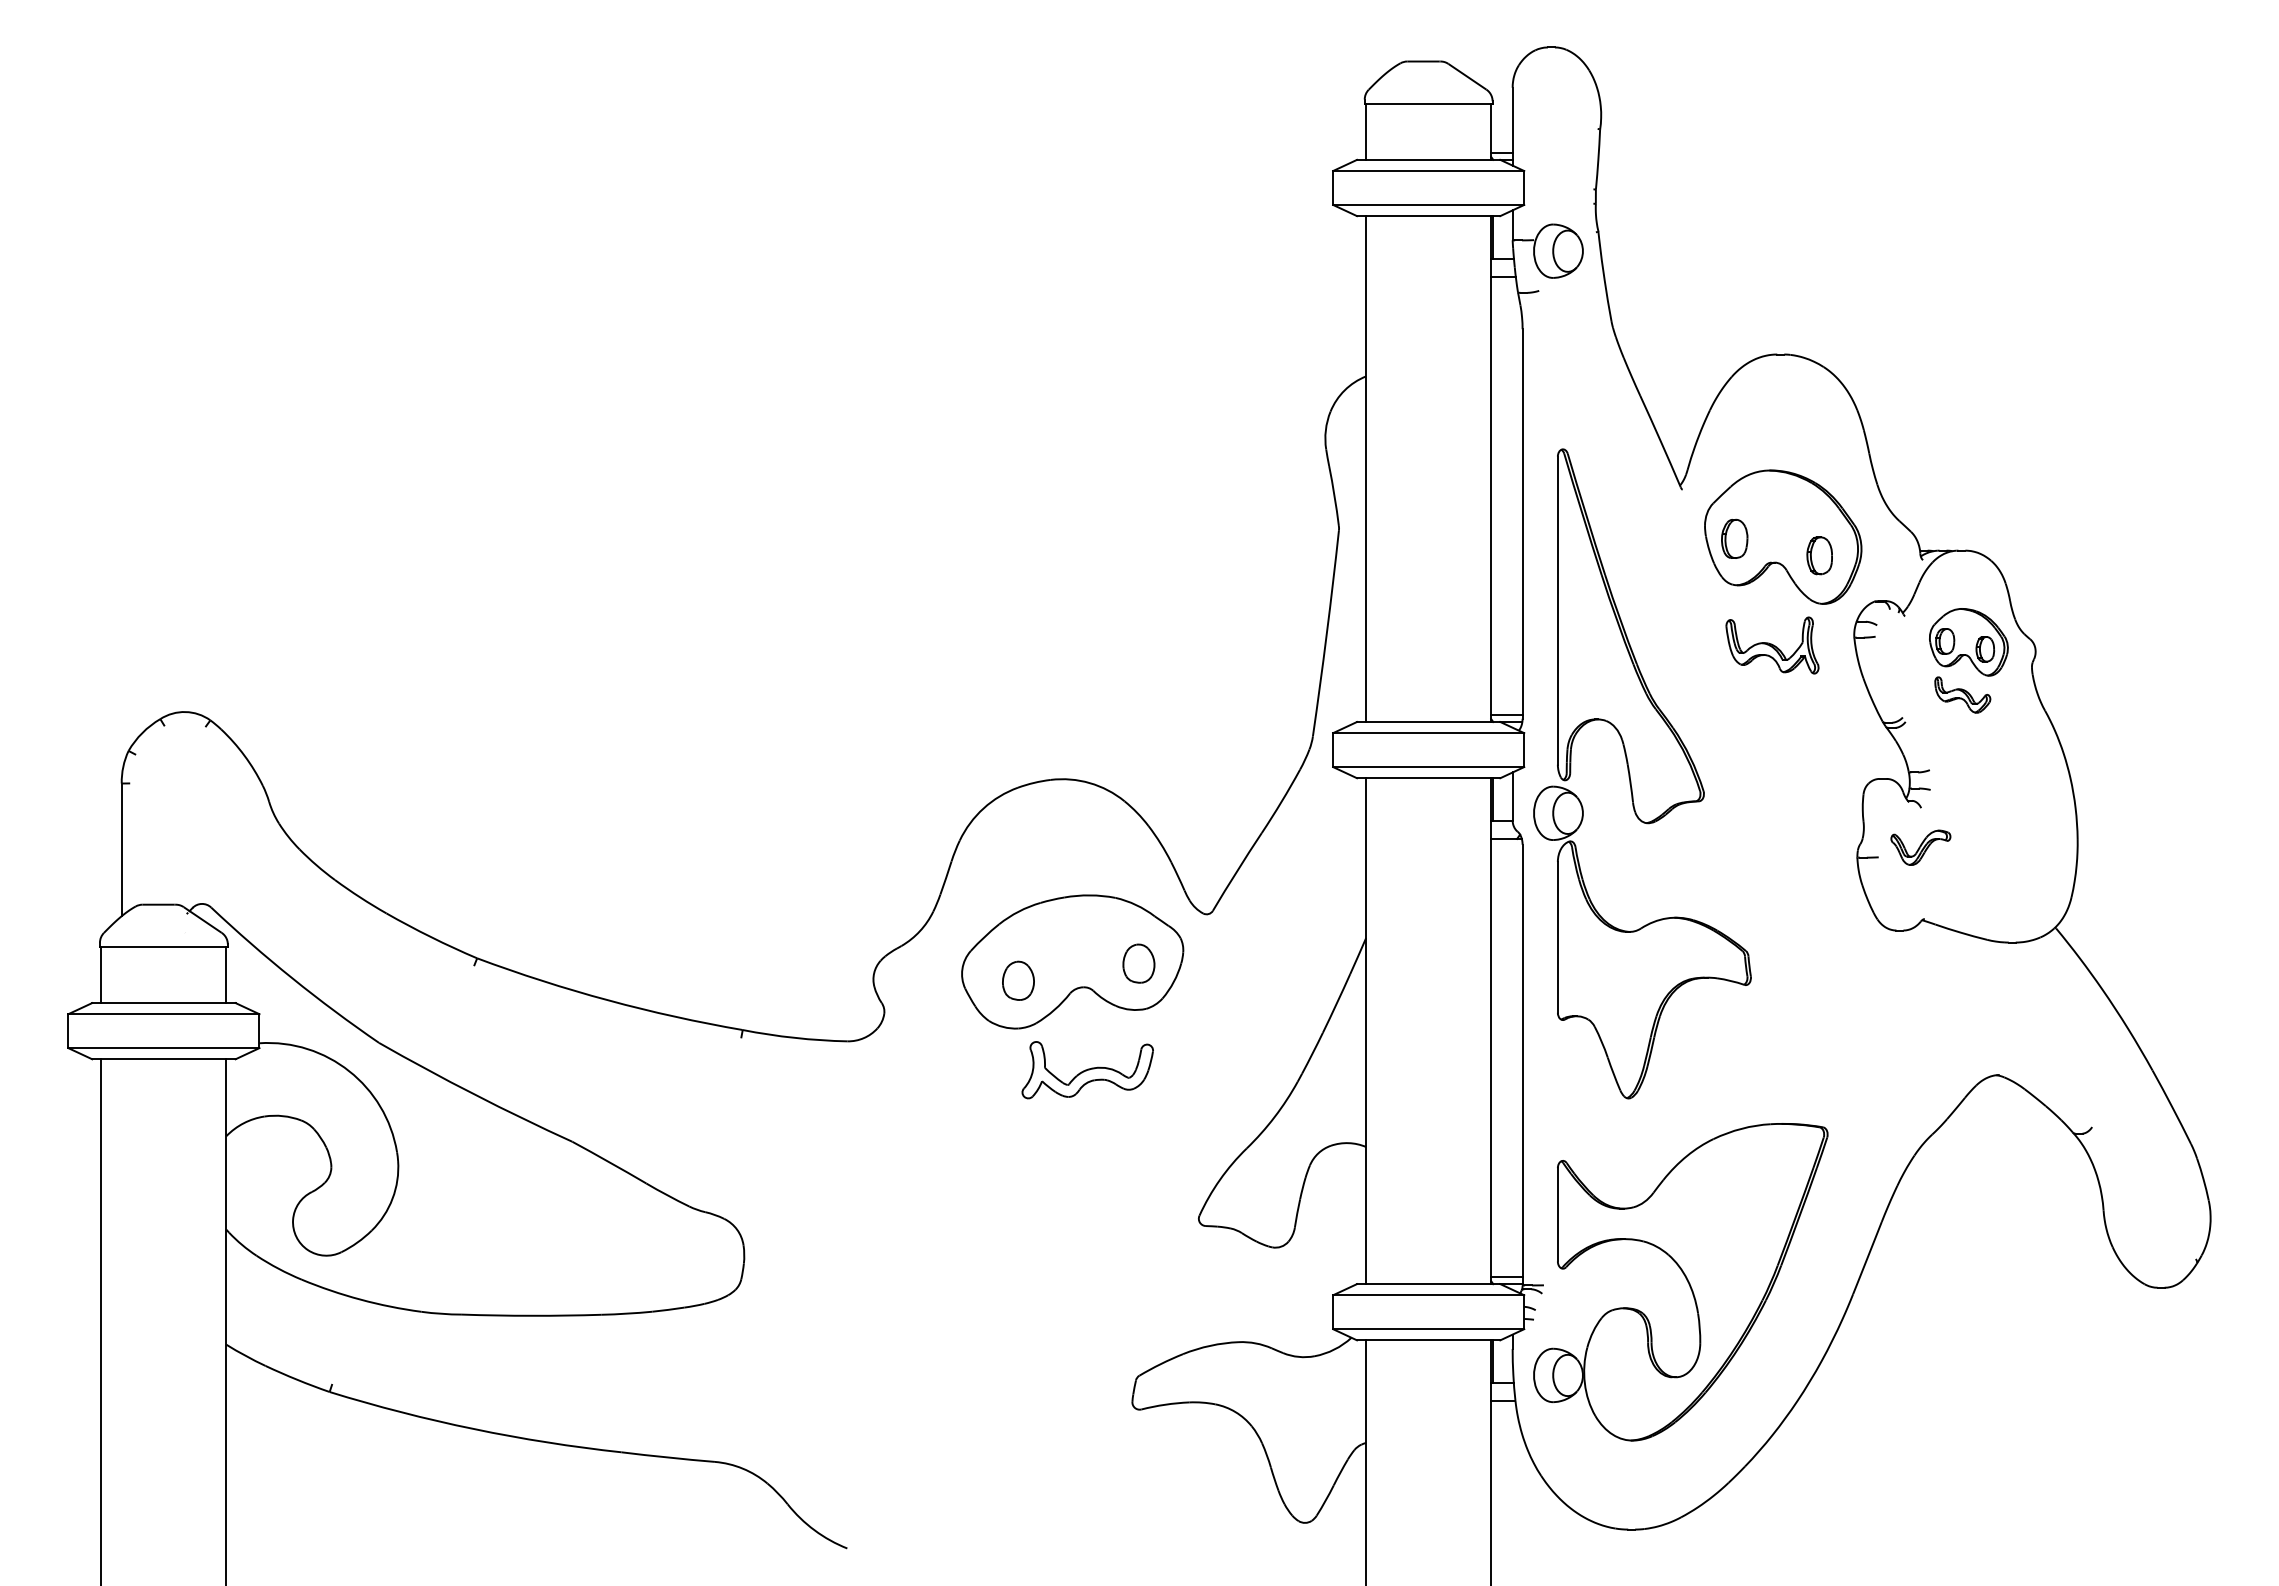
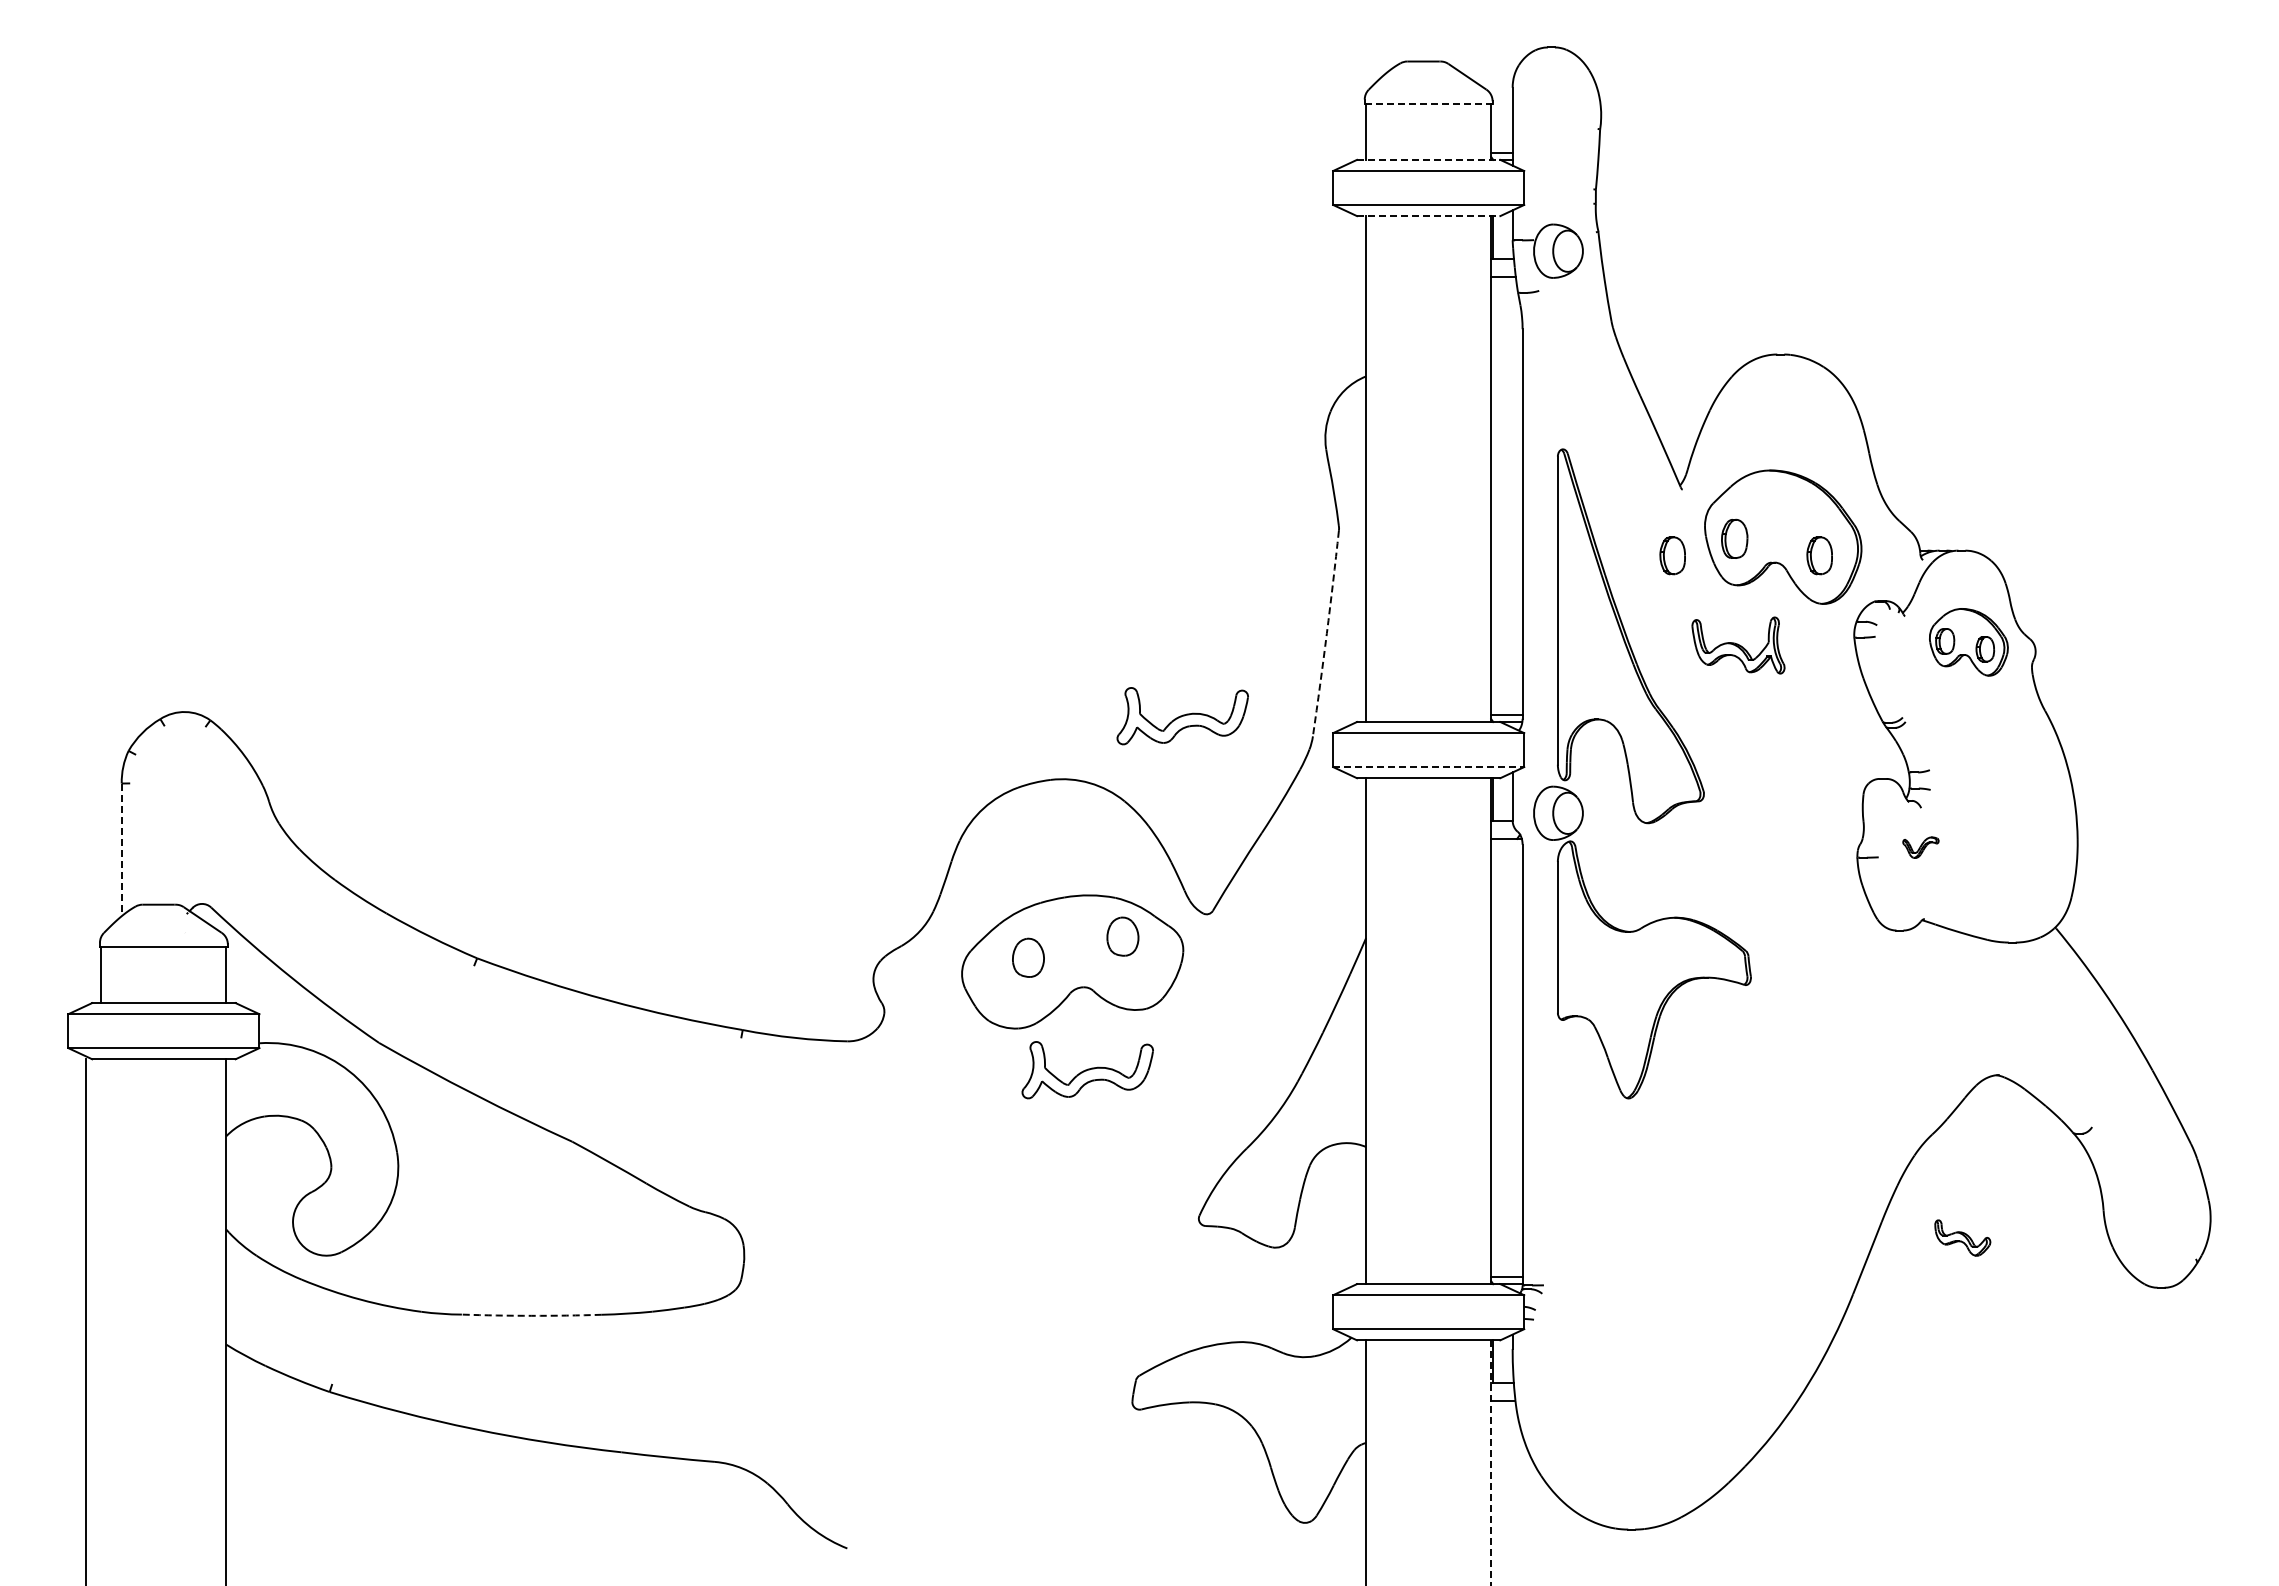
line at (1428, 103): solid -> dashed
line at (1428, 159): solid -> dashed
line at (1428, 216): solid -> dashed
part at (1672, 555): none -> present
arc at (1326, 633): solid -> dashed
part at (1772, 645) position: (1772, 645) -> (1738, 645)
part at (1962, 694) position: (1962, 694) -> (1962, 1237)
part at (1182, 716): none -> present
line at (1428, 767): solid -> dashed
part at (1920, 847) size: 62x37 px -> 38x23 px
line at (121, 850): solid -> dashed
part at (1138, 963) position: (1138, 963) -> (1122, 936)
part at (1018, 980) position: (1018, 980) -> (1028, 957)
part at (1686, 1280): present -> none
arc at (531, 1315): solid -> dashed
line at (101, 1320) position: (101, 1320) -> (86, 1320)
line at (1491, 1463): solid -> dashed
